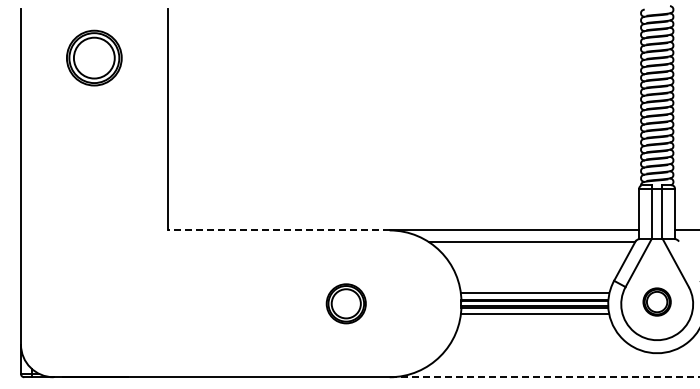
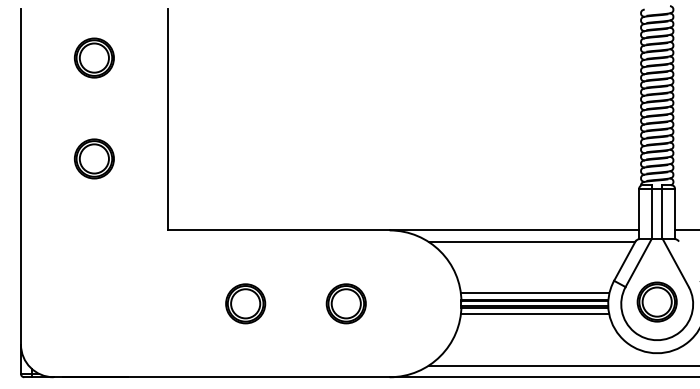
part at (94, 57) size: 57x58 px -> 41x42 px
part at (94, 158): none -> present
line at (278, 230): dashed -> solid
part at (656, 301) size: 30x30 px -> 42x42 px
part at (245, 303): none -> present
line at (562, 365): none -> present
line at (544, 377): dashed -> solid
